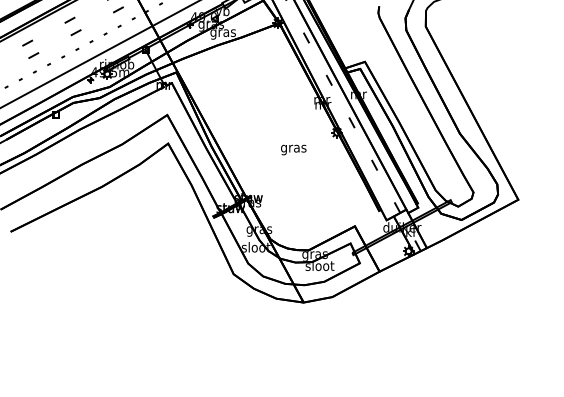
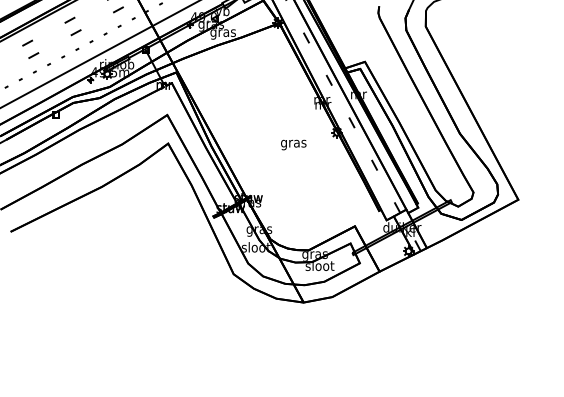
text at (293, 149) position: (293, 149) -> (293, 144)
